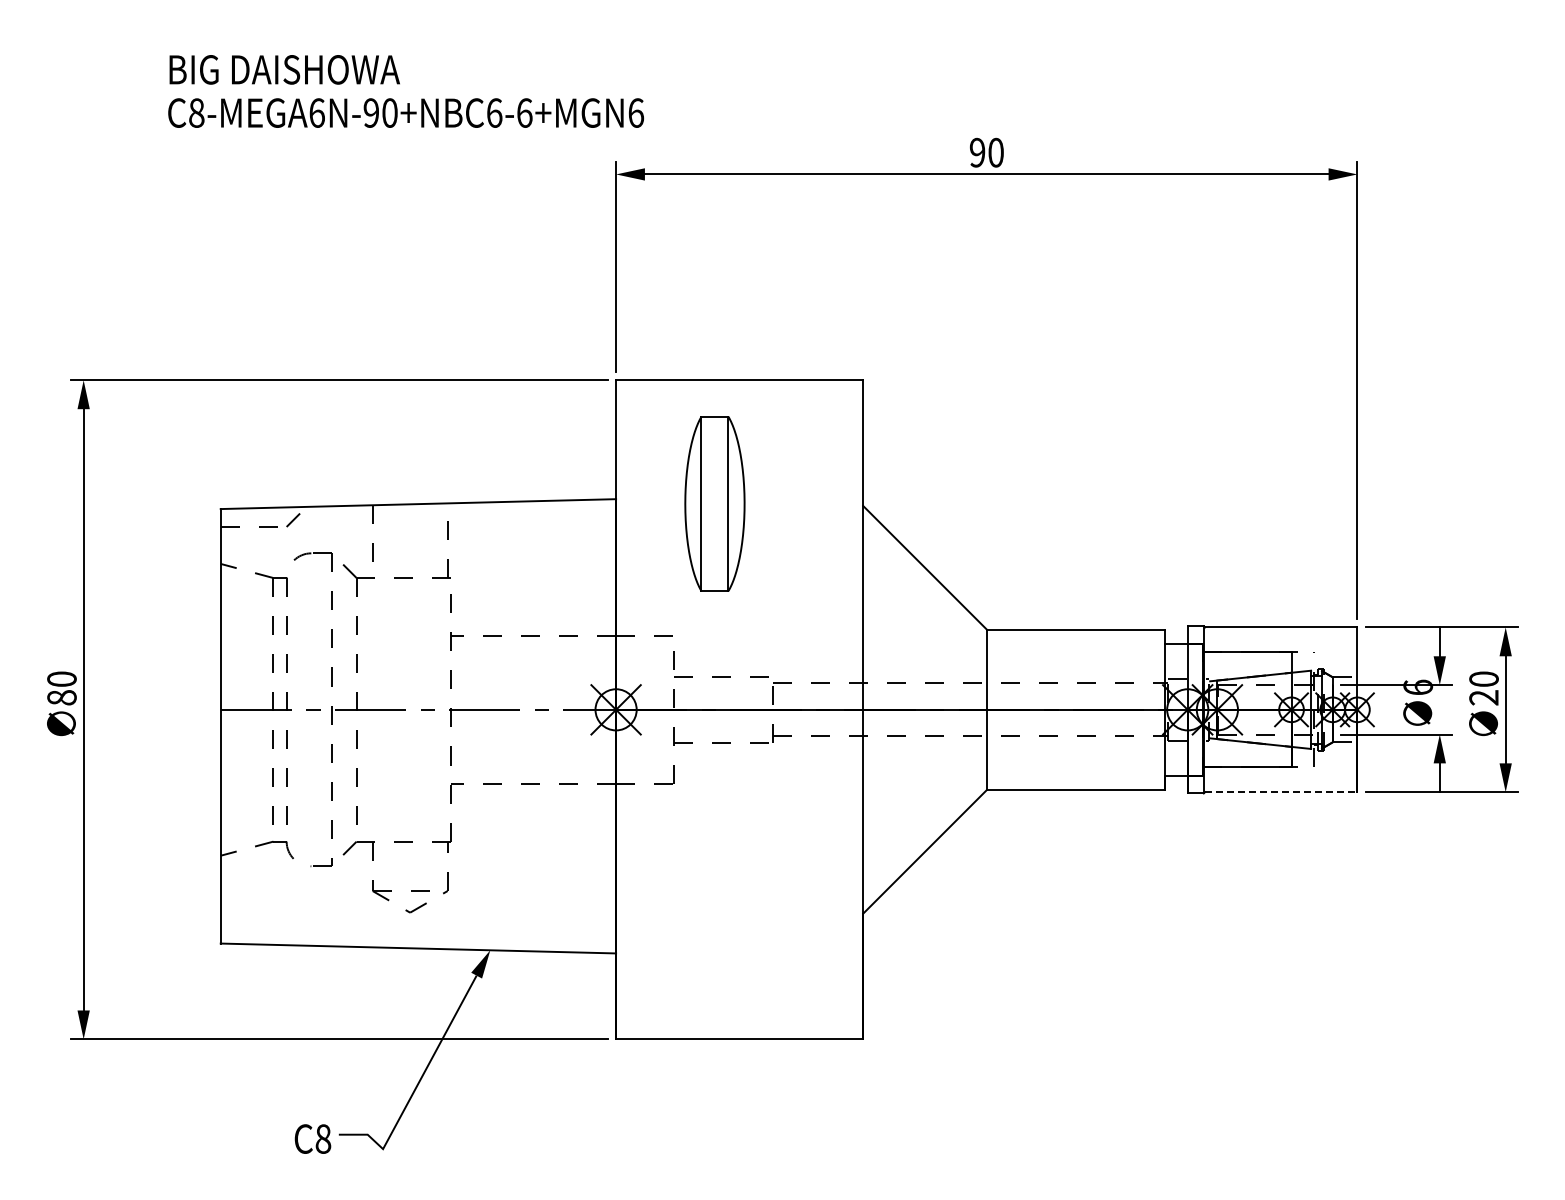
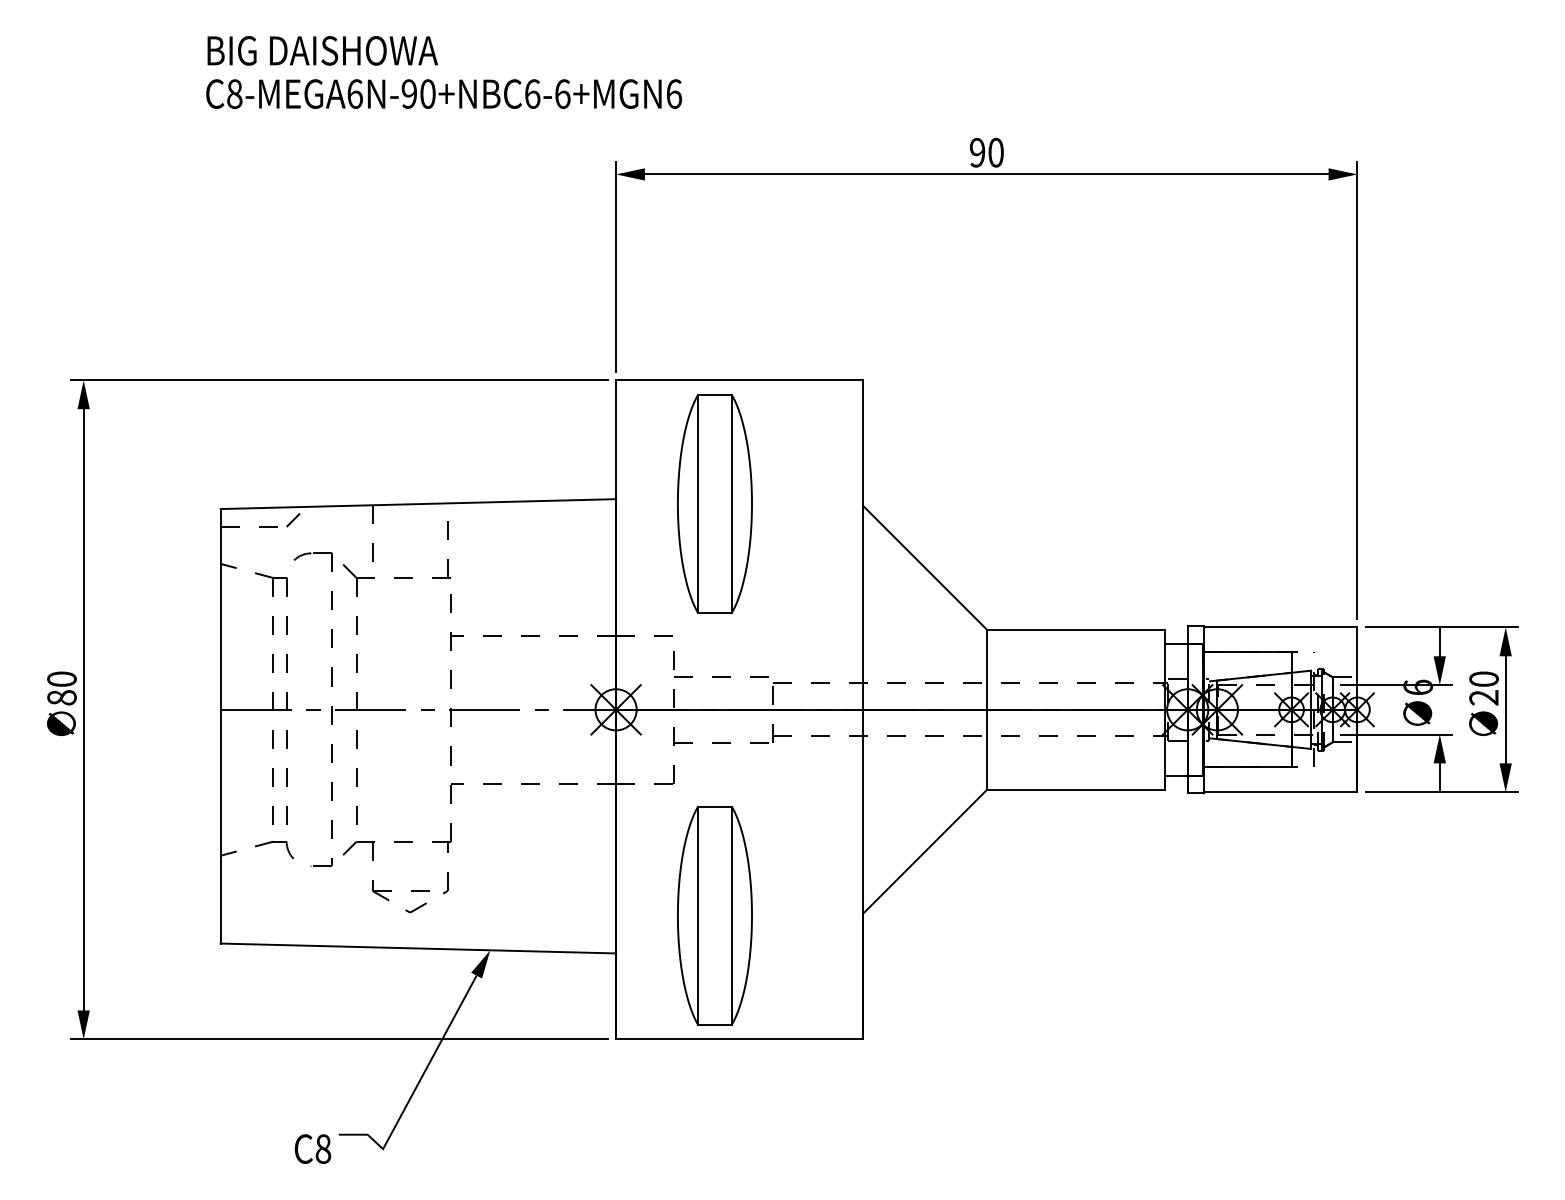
text at (405, 91) position: (405, 91) -> (443, 72)
part at (714, 503) size: 62x176 px -> 76x220 px
line at (1281, 792): dashed -> solid
part at (714, 915): none -> present
text at (312, 1138) position: (312, 1138) -> (312, 1148)
